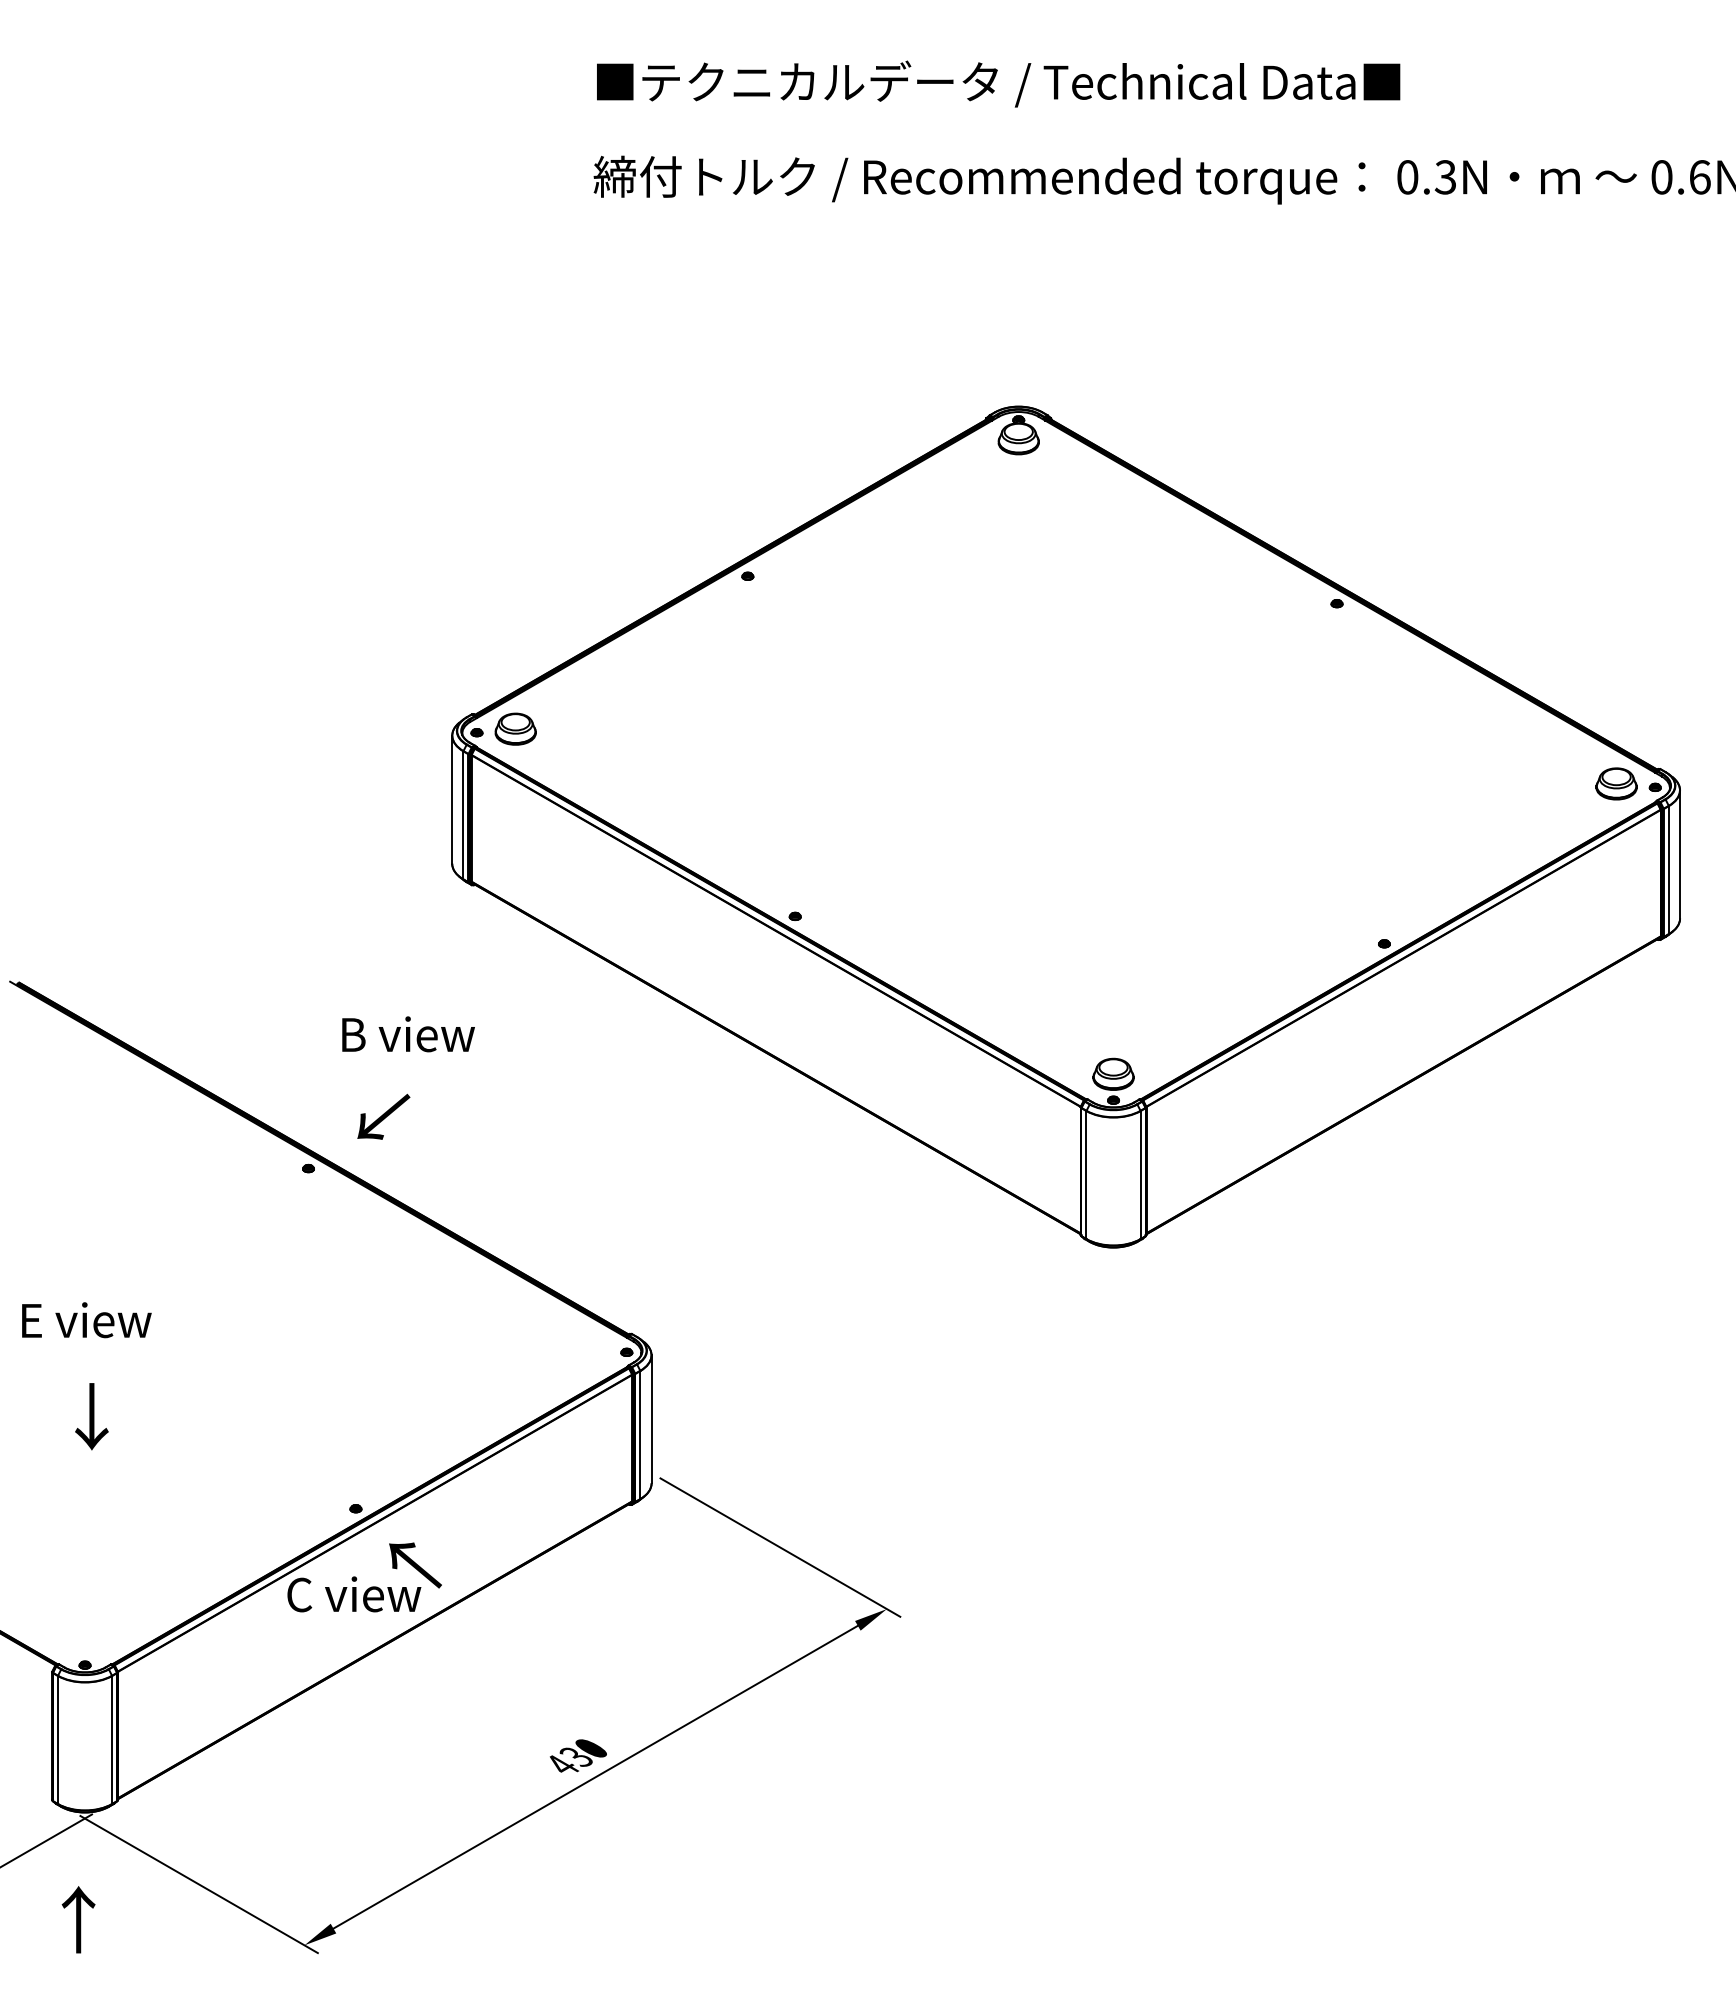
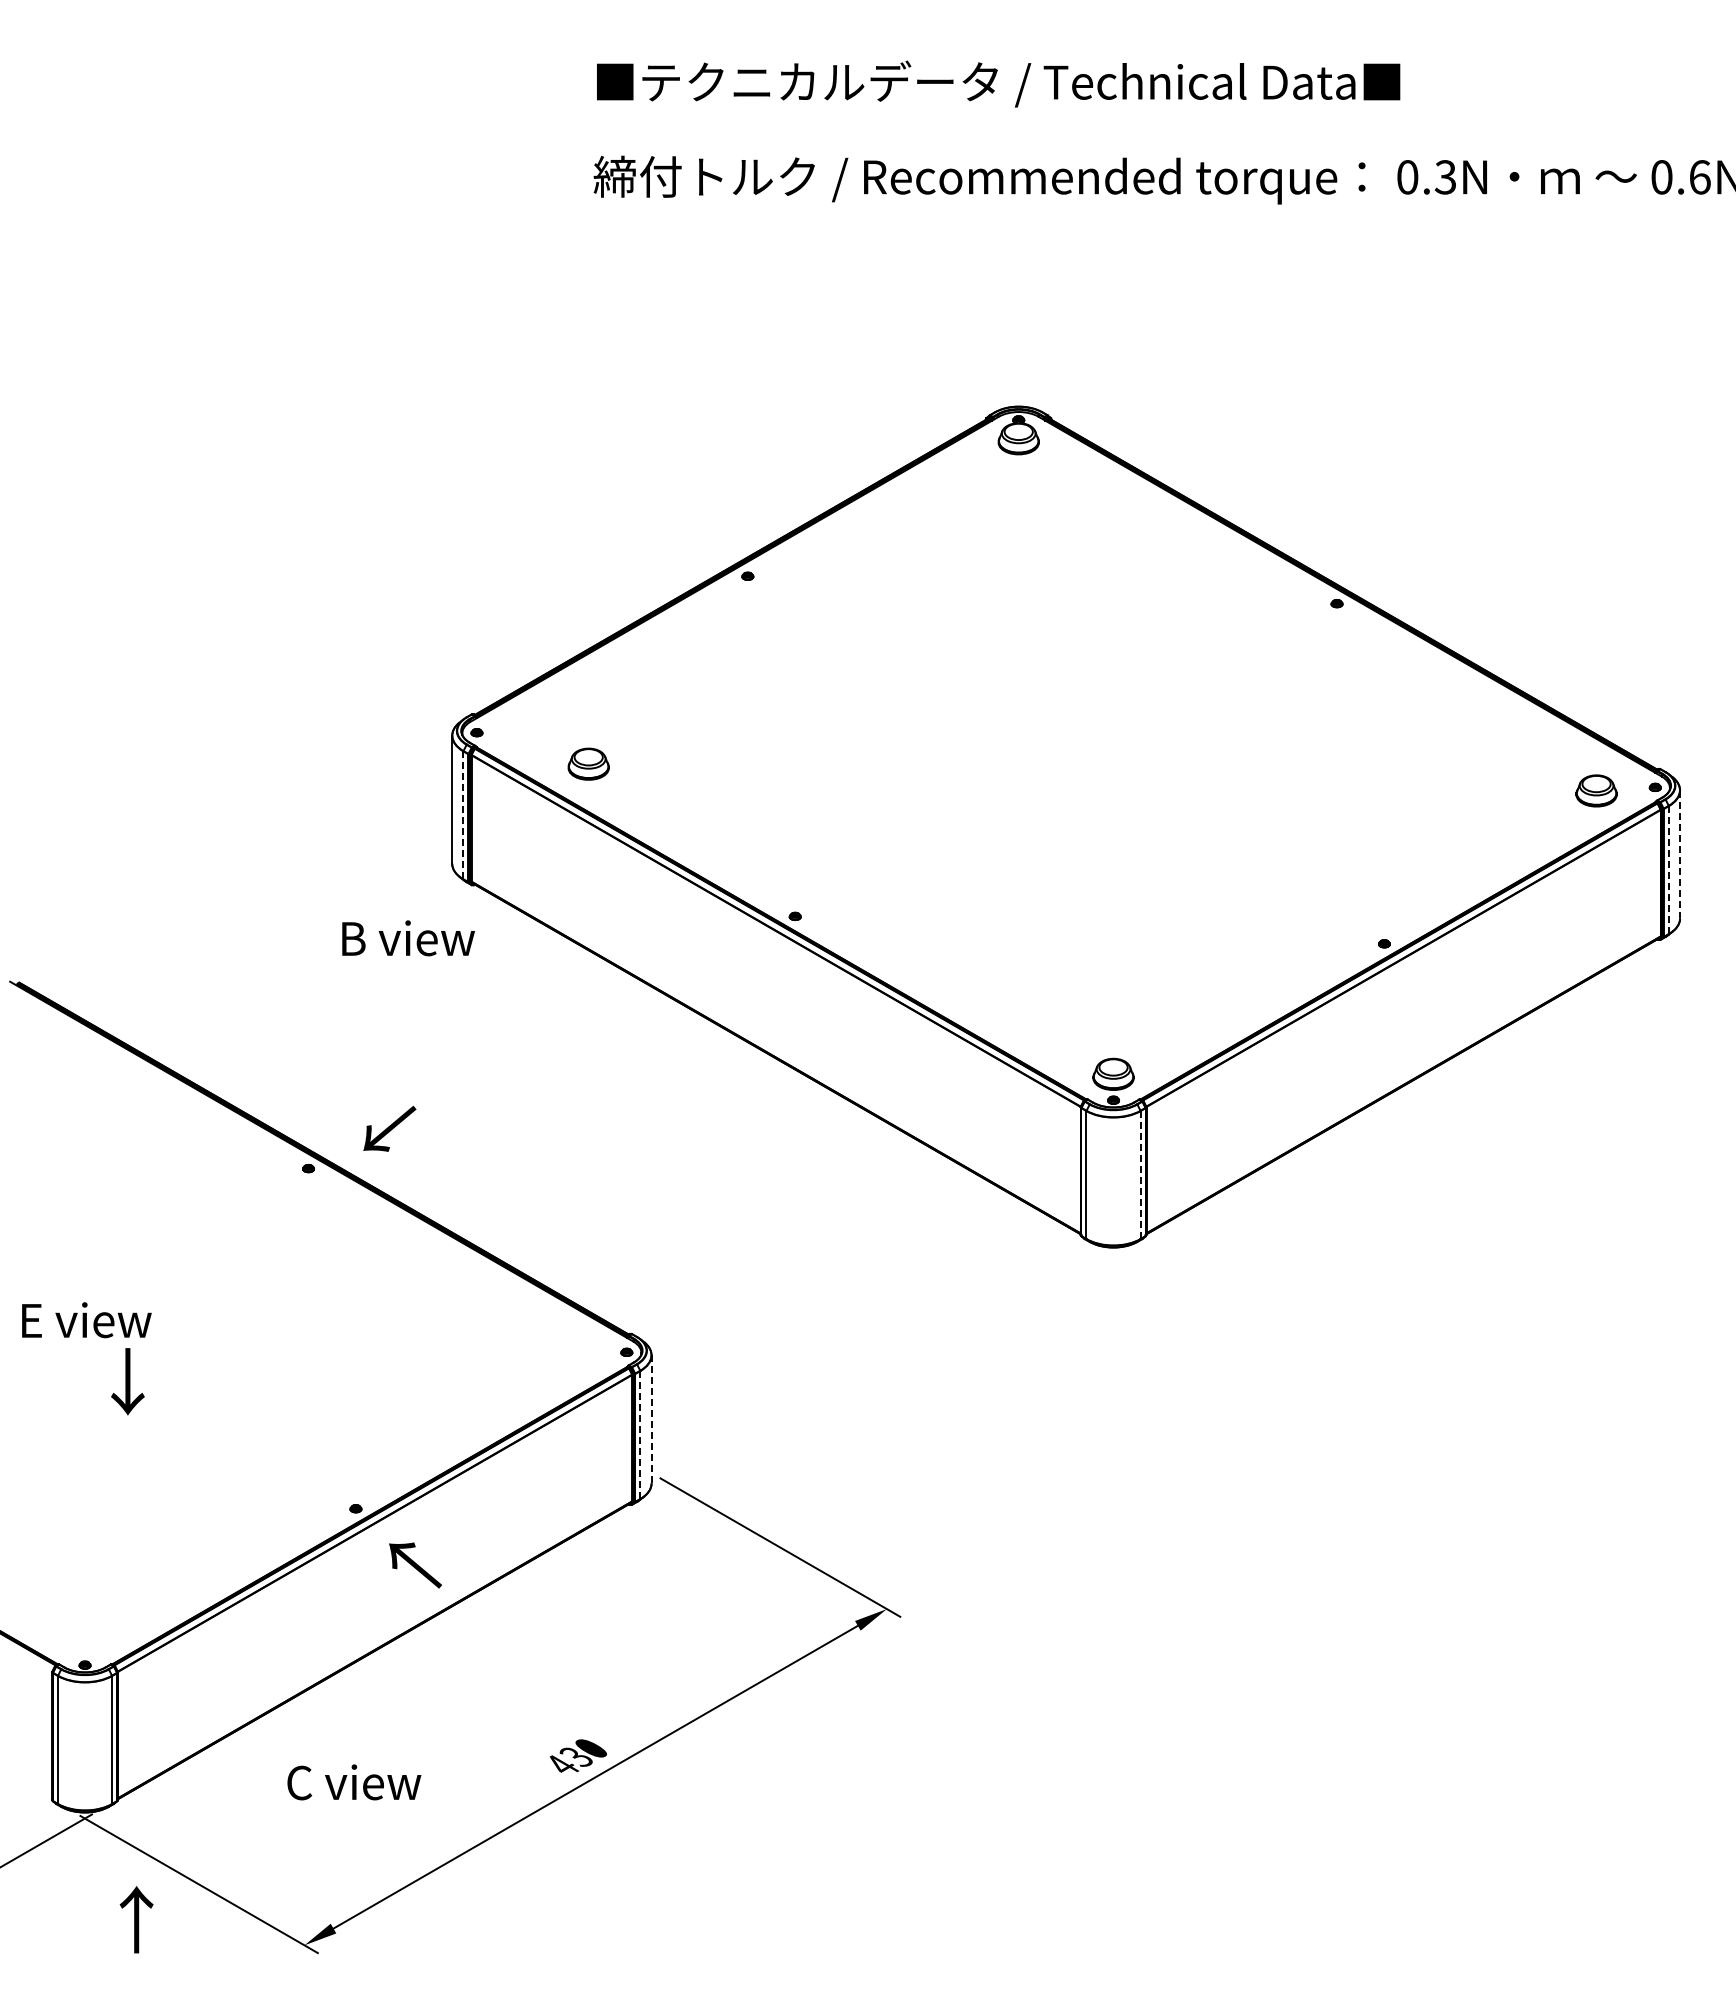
part at (515, 728) position: (515, 728) -> (588, 763)
part at (1616, 783) position: (1616, 783) -> (1596, 790)
line at (463, 815): solid -> dashed
line at (1680, 854): solid -> dashed
line at (1668, 870): solid -> dashed
text at (408, 1034) position: (408, 1034) -> (408, 938)
text at (383, 1116) position: (383, 1116) -> (389, 1128)
line at (1140, 1175): solid -> dashed
text at (91, 1416) position: (91, 1416) -> (127, 1381)
line at (651, 1419): solid -> dashed
line at (640, 1435): solid -> dashed
text at (354, 1594) position: (354, 1594) -> (354, 1782)
text at (78, 1919) position: (78, 1919) -> (136, 1919)
